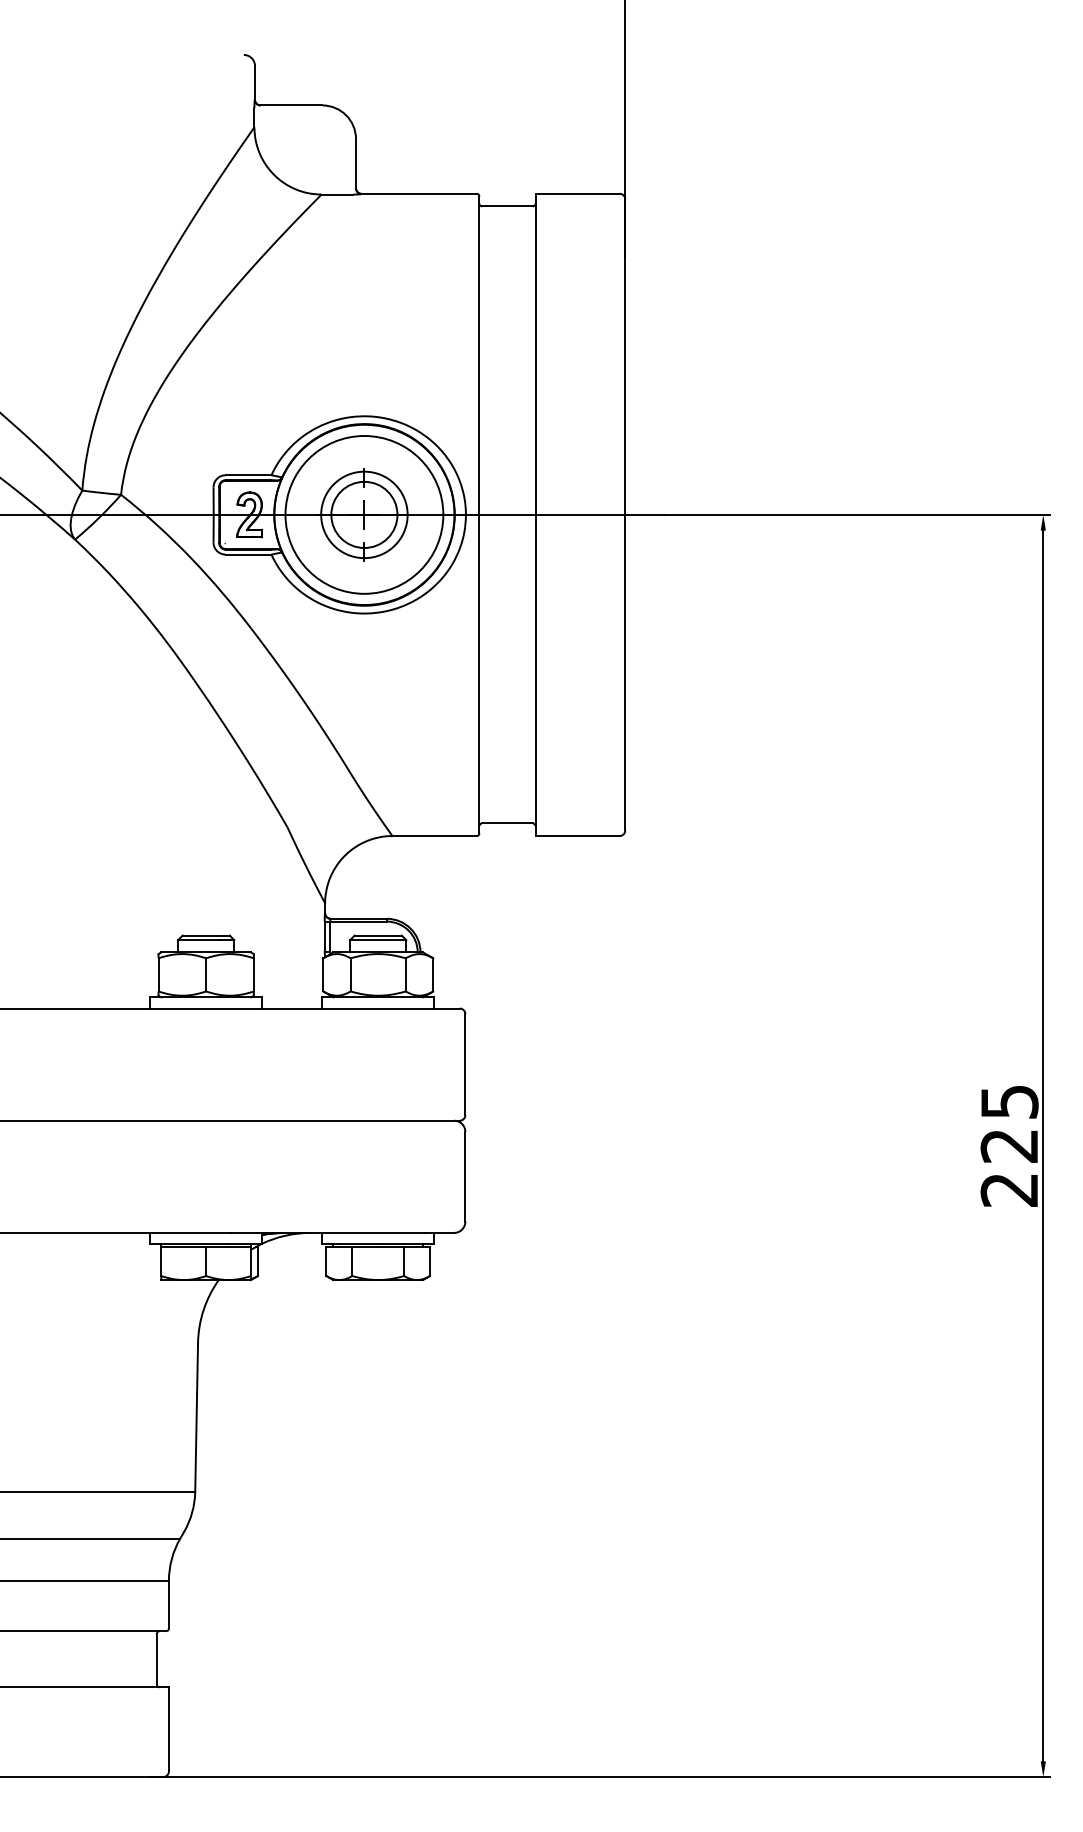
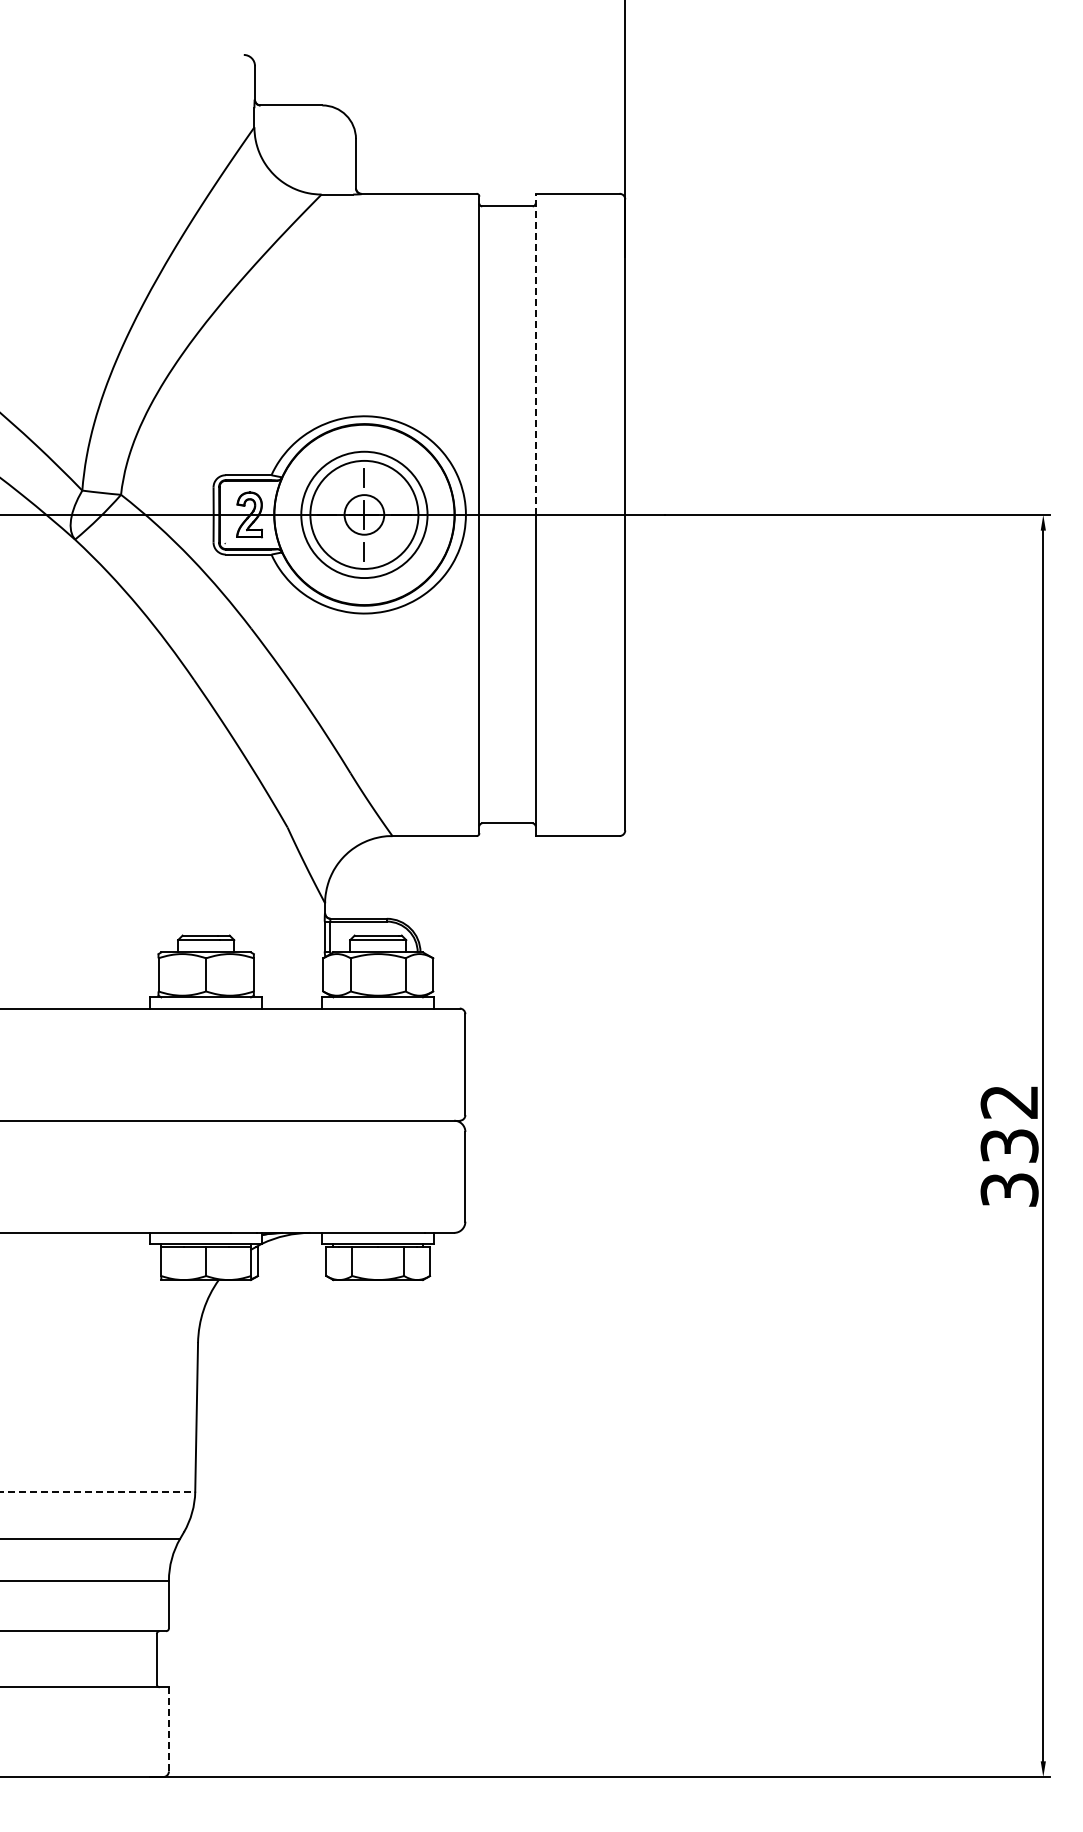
line at (535, 354): solid -> dashed
circle at (364, 514) diameter: 158 px -> 126 px
circle at (364, 514) diameter: 66 px -> 40 px
circle at (364, 514) diameter: 86 px -> 108 px
text at (1009, 1146): 225 -> 332
line at (97, 1491): solid -> dashed
line at (168, 1728): solid -> dashed
